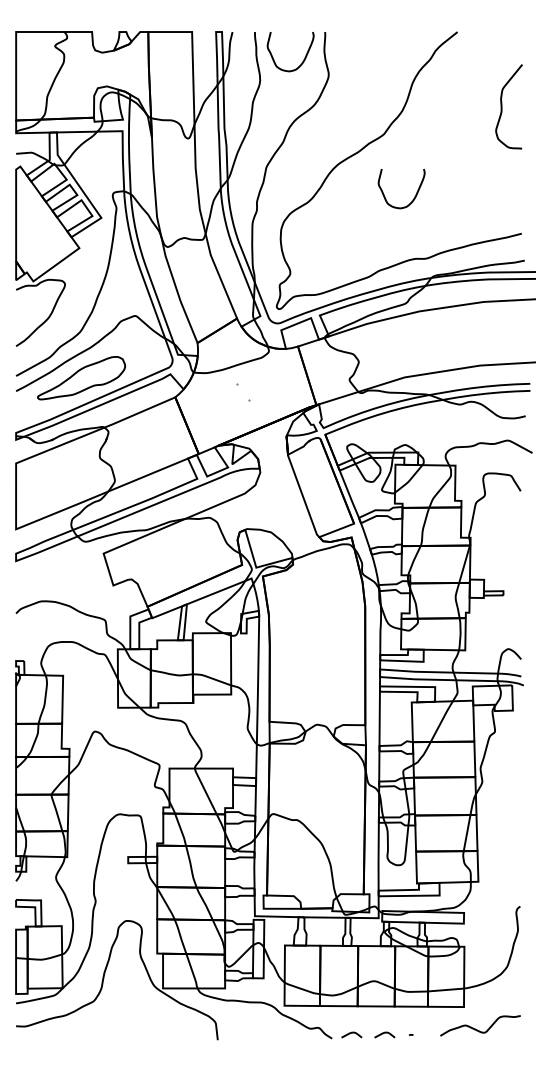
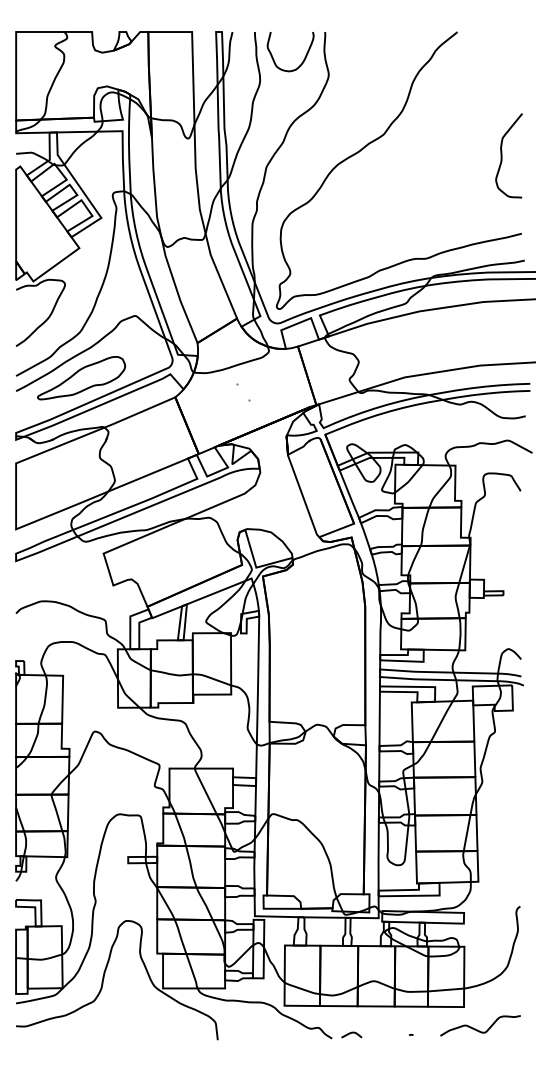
curve at (502, 106) position: (502, 106) -> (502, 155)
curve at (414, 196): present -> none
curve at (384, 1033): present -> none
